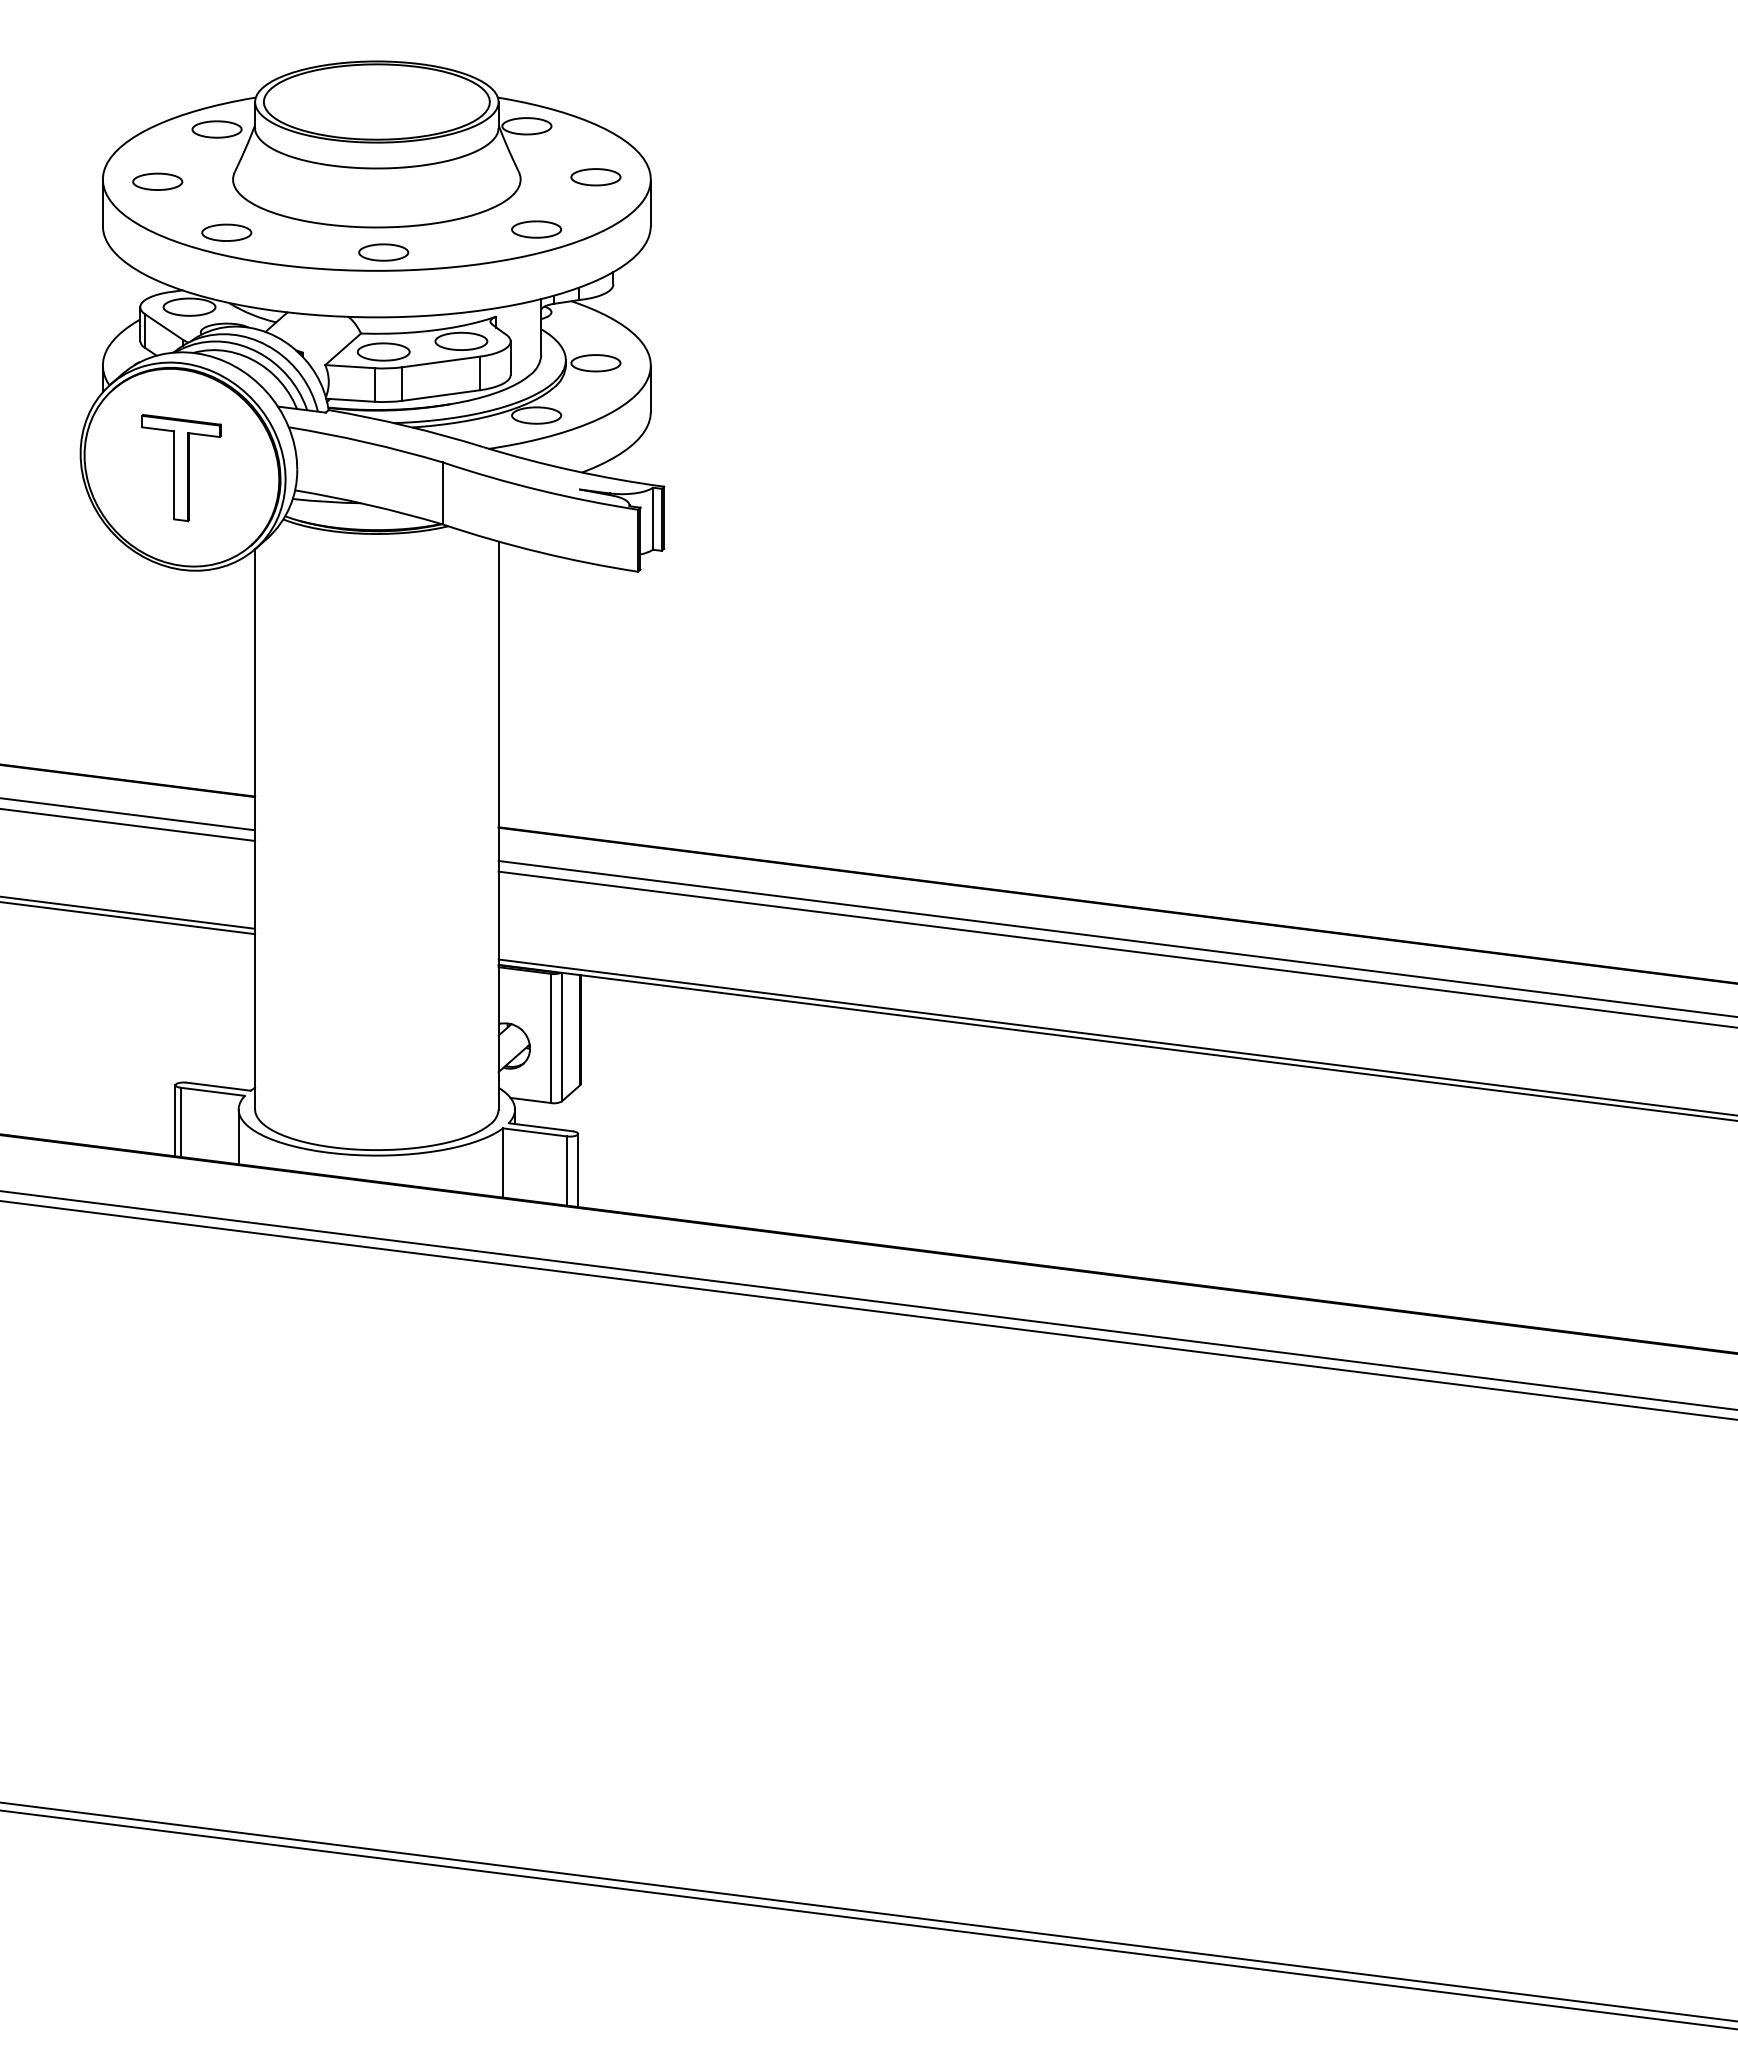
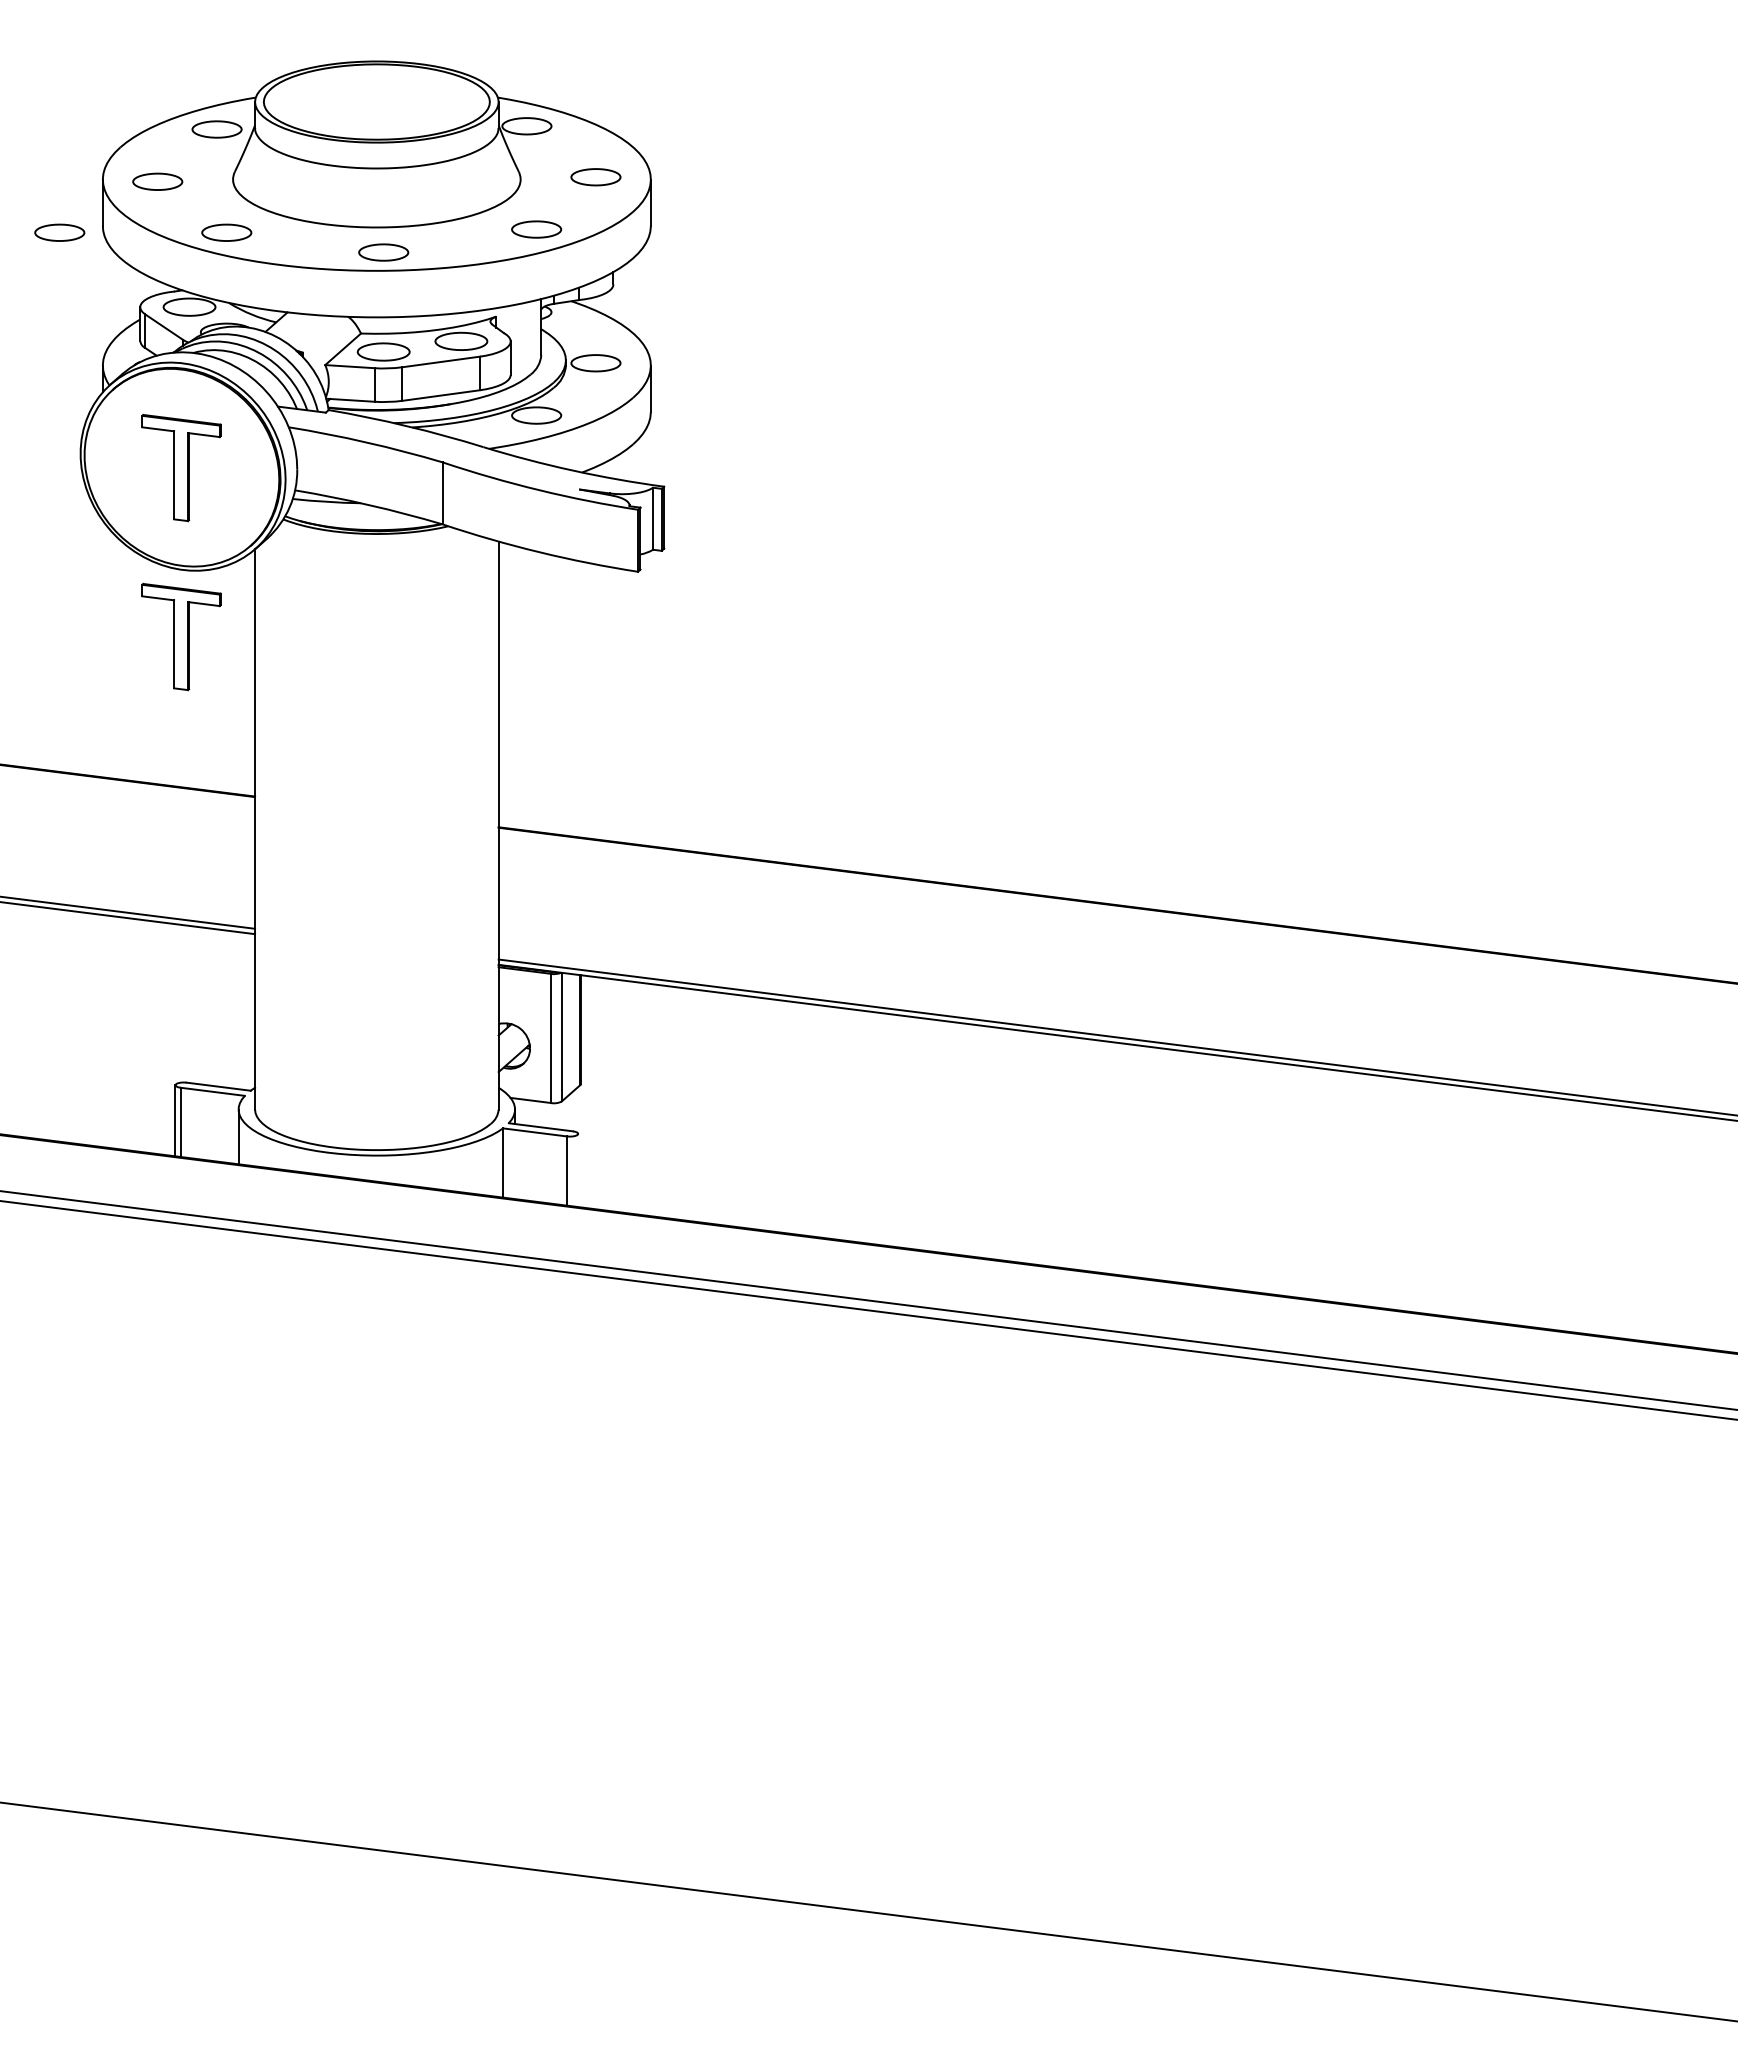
part at (59, 232): none -> present
part at (181, 636): none -> present
line at (128, 814): present -> none
line at (128, 824): present -> none
line at (1116, 938): present -> none
line at (1116, 949): present -> none
line at (578, 1170): present -> none
line at (868, 1919): present -> none
